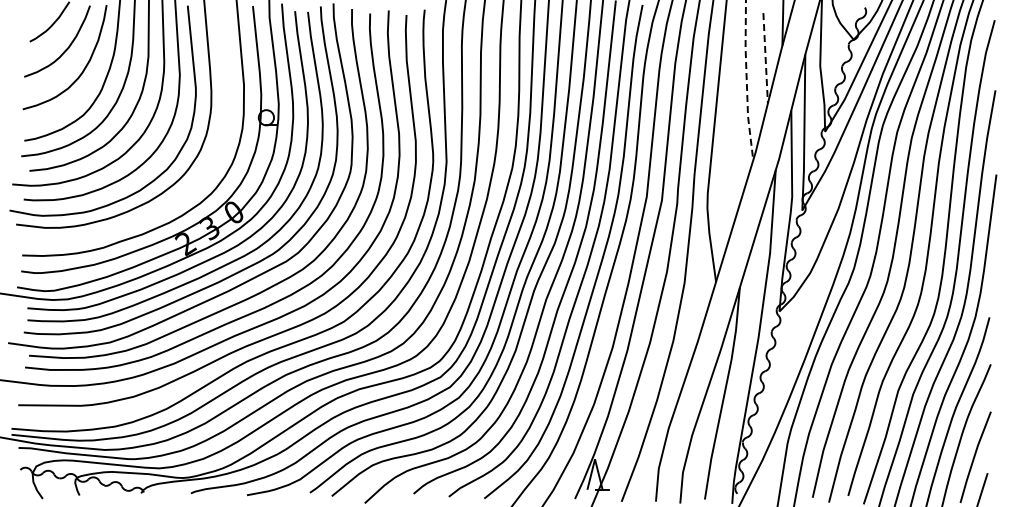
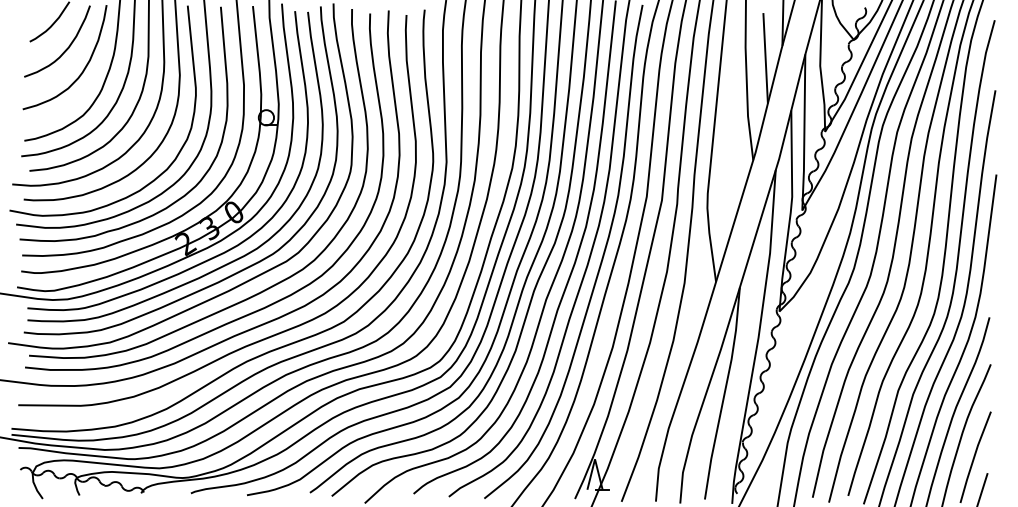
line at (765, 58): dashed -> solid
line at (746, 80): dashed -> solid
curve at (175, 200): none -> present
